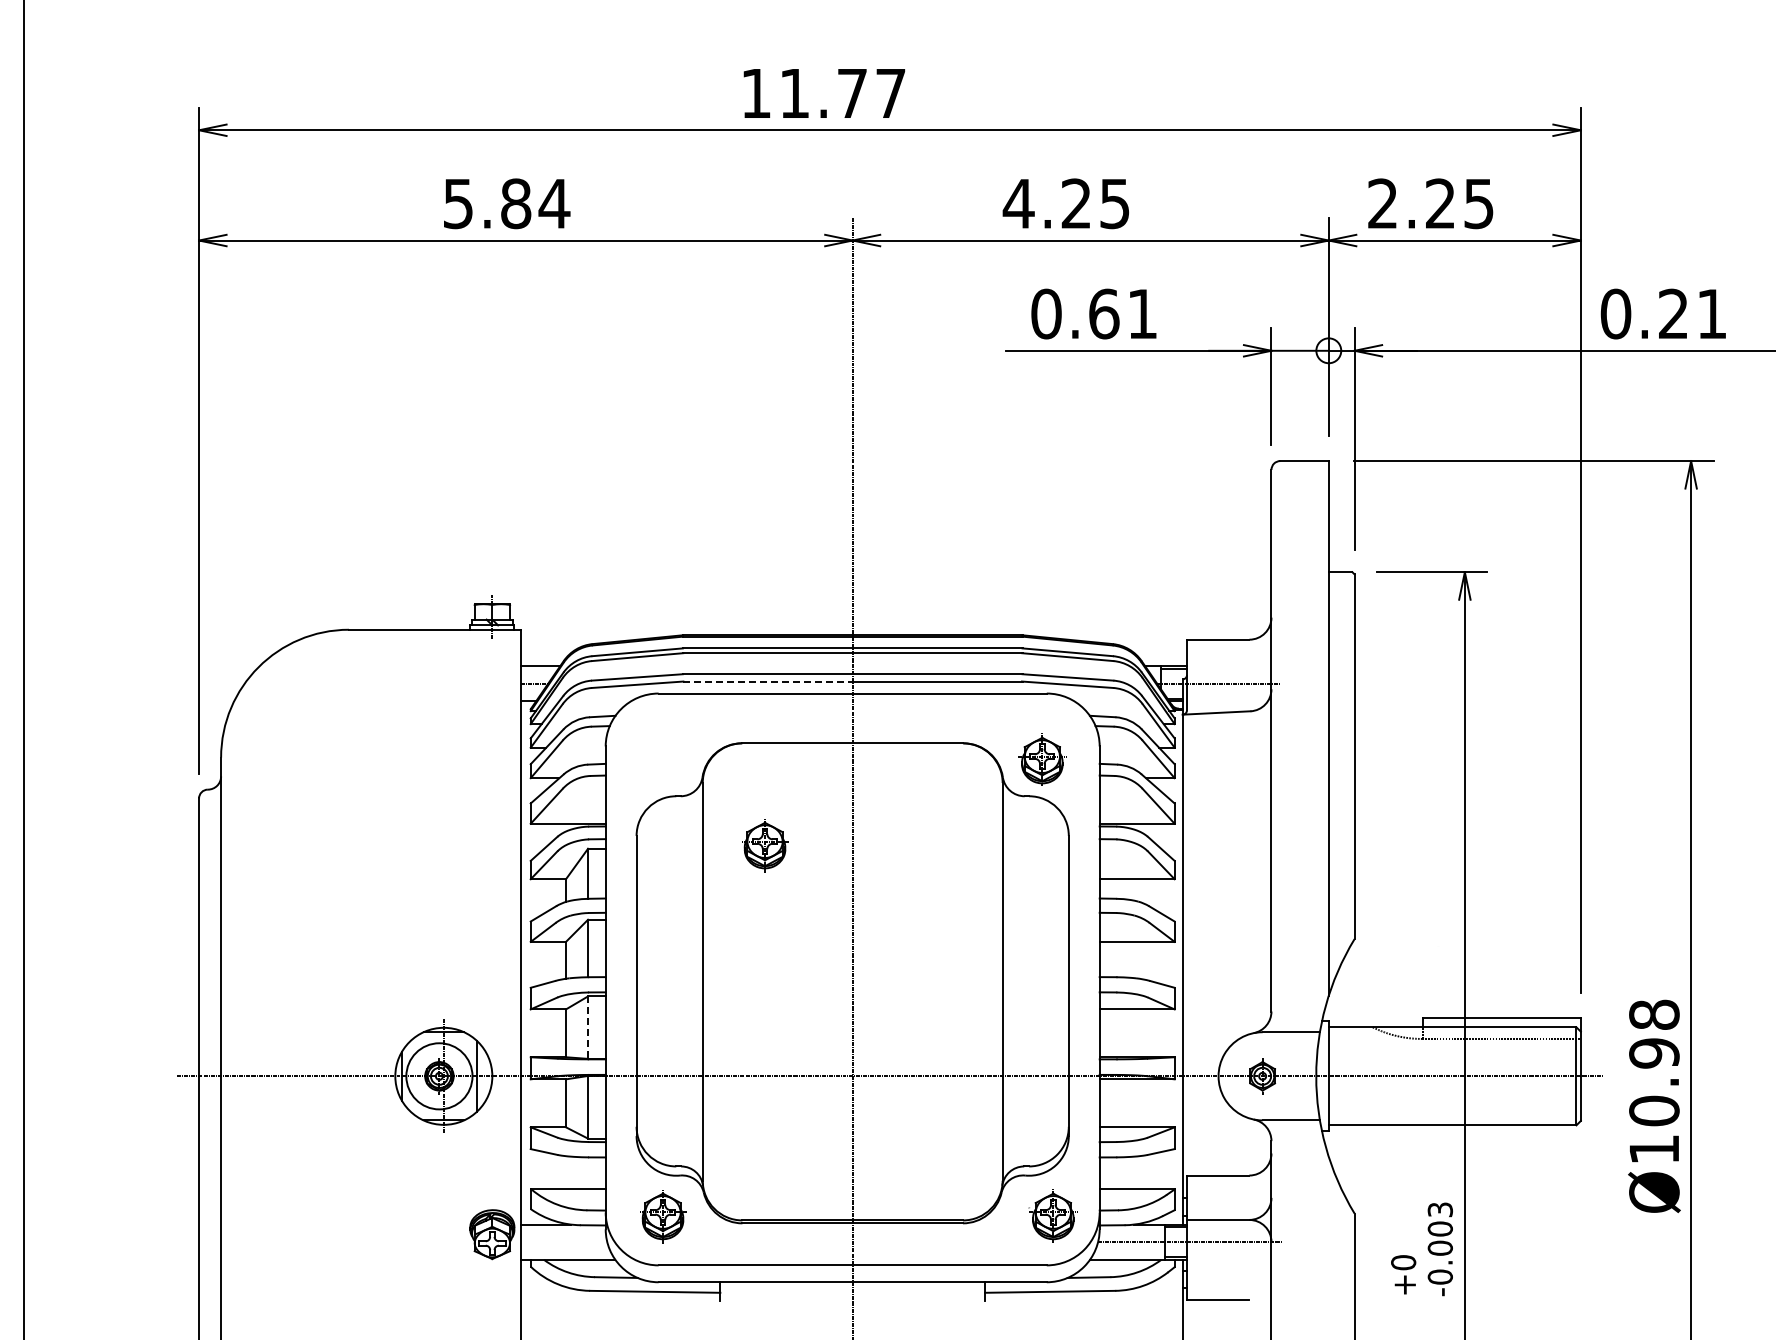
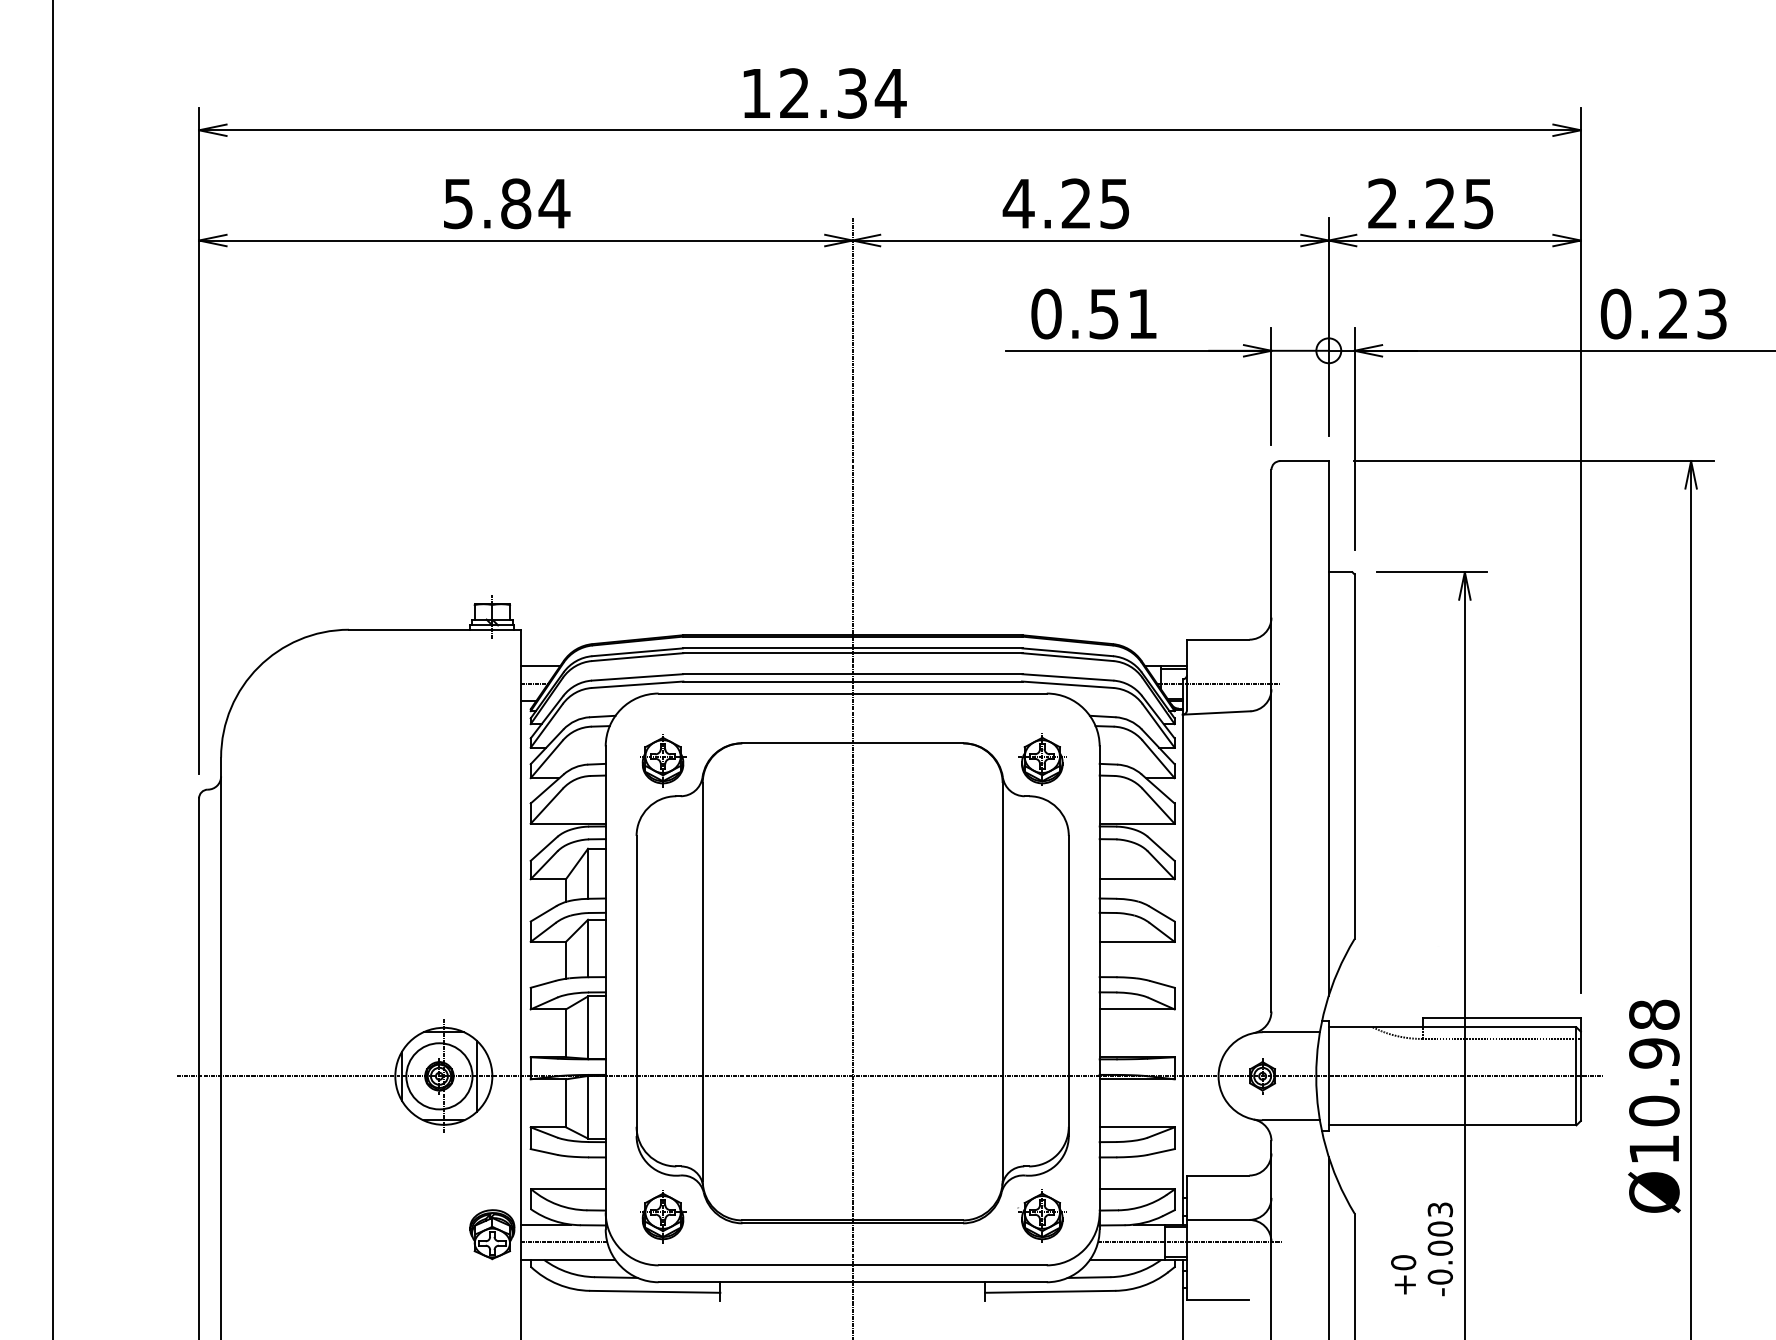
text at (843, 93): 11.77 -> 12.34
text at (1104, 313): 0.61 -> 0.51
text at (1711, 313): 0.21 -> 0.23
line at (24, 669) position: (24, 669) -> (53, 669)
line at (767, 681): dashed -> solid
part at (765, 845) position: (765, 845) -> (663, 760)
line at (588, 1028): dashed -> solid
part at (1052, 1215) position: (1052, 1215) -> (1041, 1215)
line at (564, 1242): none -> present
line at (1328, 1246): none -> present
